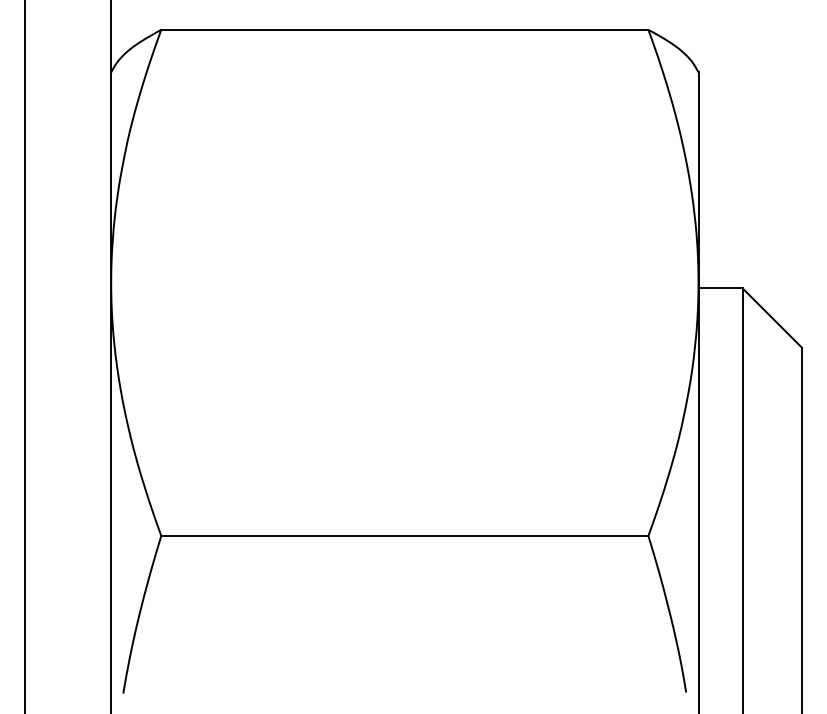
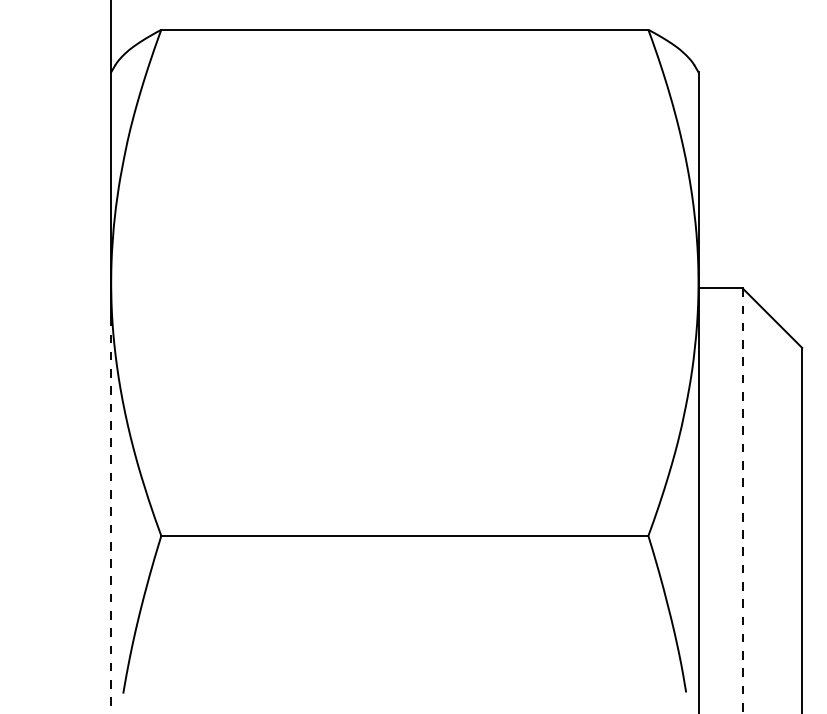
line at (24, 356): present -> none
line at (742, 500): solid -> dashed
line at (111, 515): solid -> dashed
